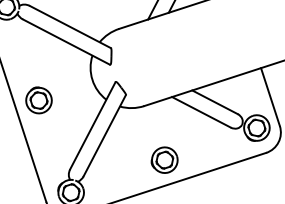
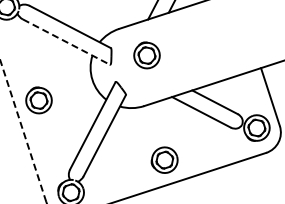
line at (66, 42): solid -> dashed
part at (146, 55): none -> present
line at (23, 130): solid -> dashed
